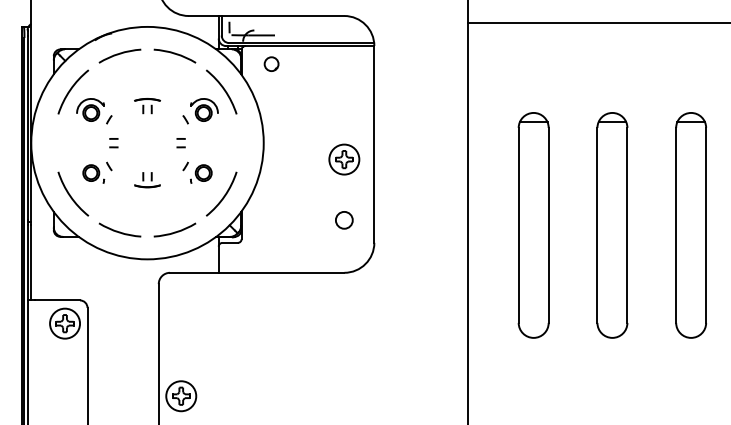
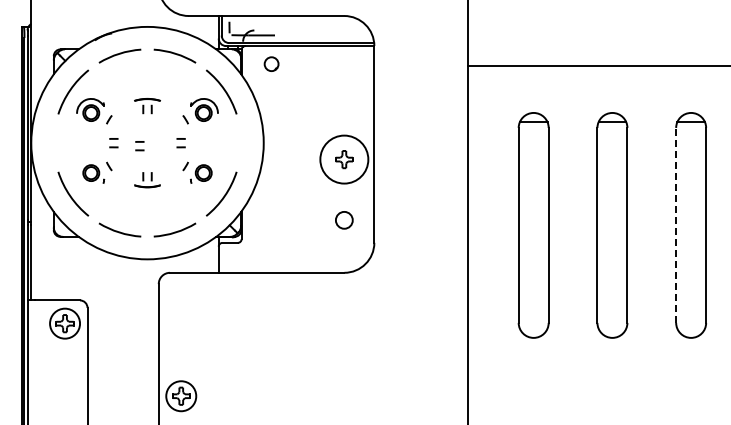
line at (597, 22) position: (597, 22) -> (597, 65)
part at (139, 146): none -> present
circle at (344, 159) diameter: 30 px -> 48 px
line at (676, 224): solid -> dashed
